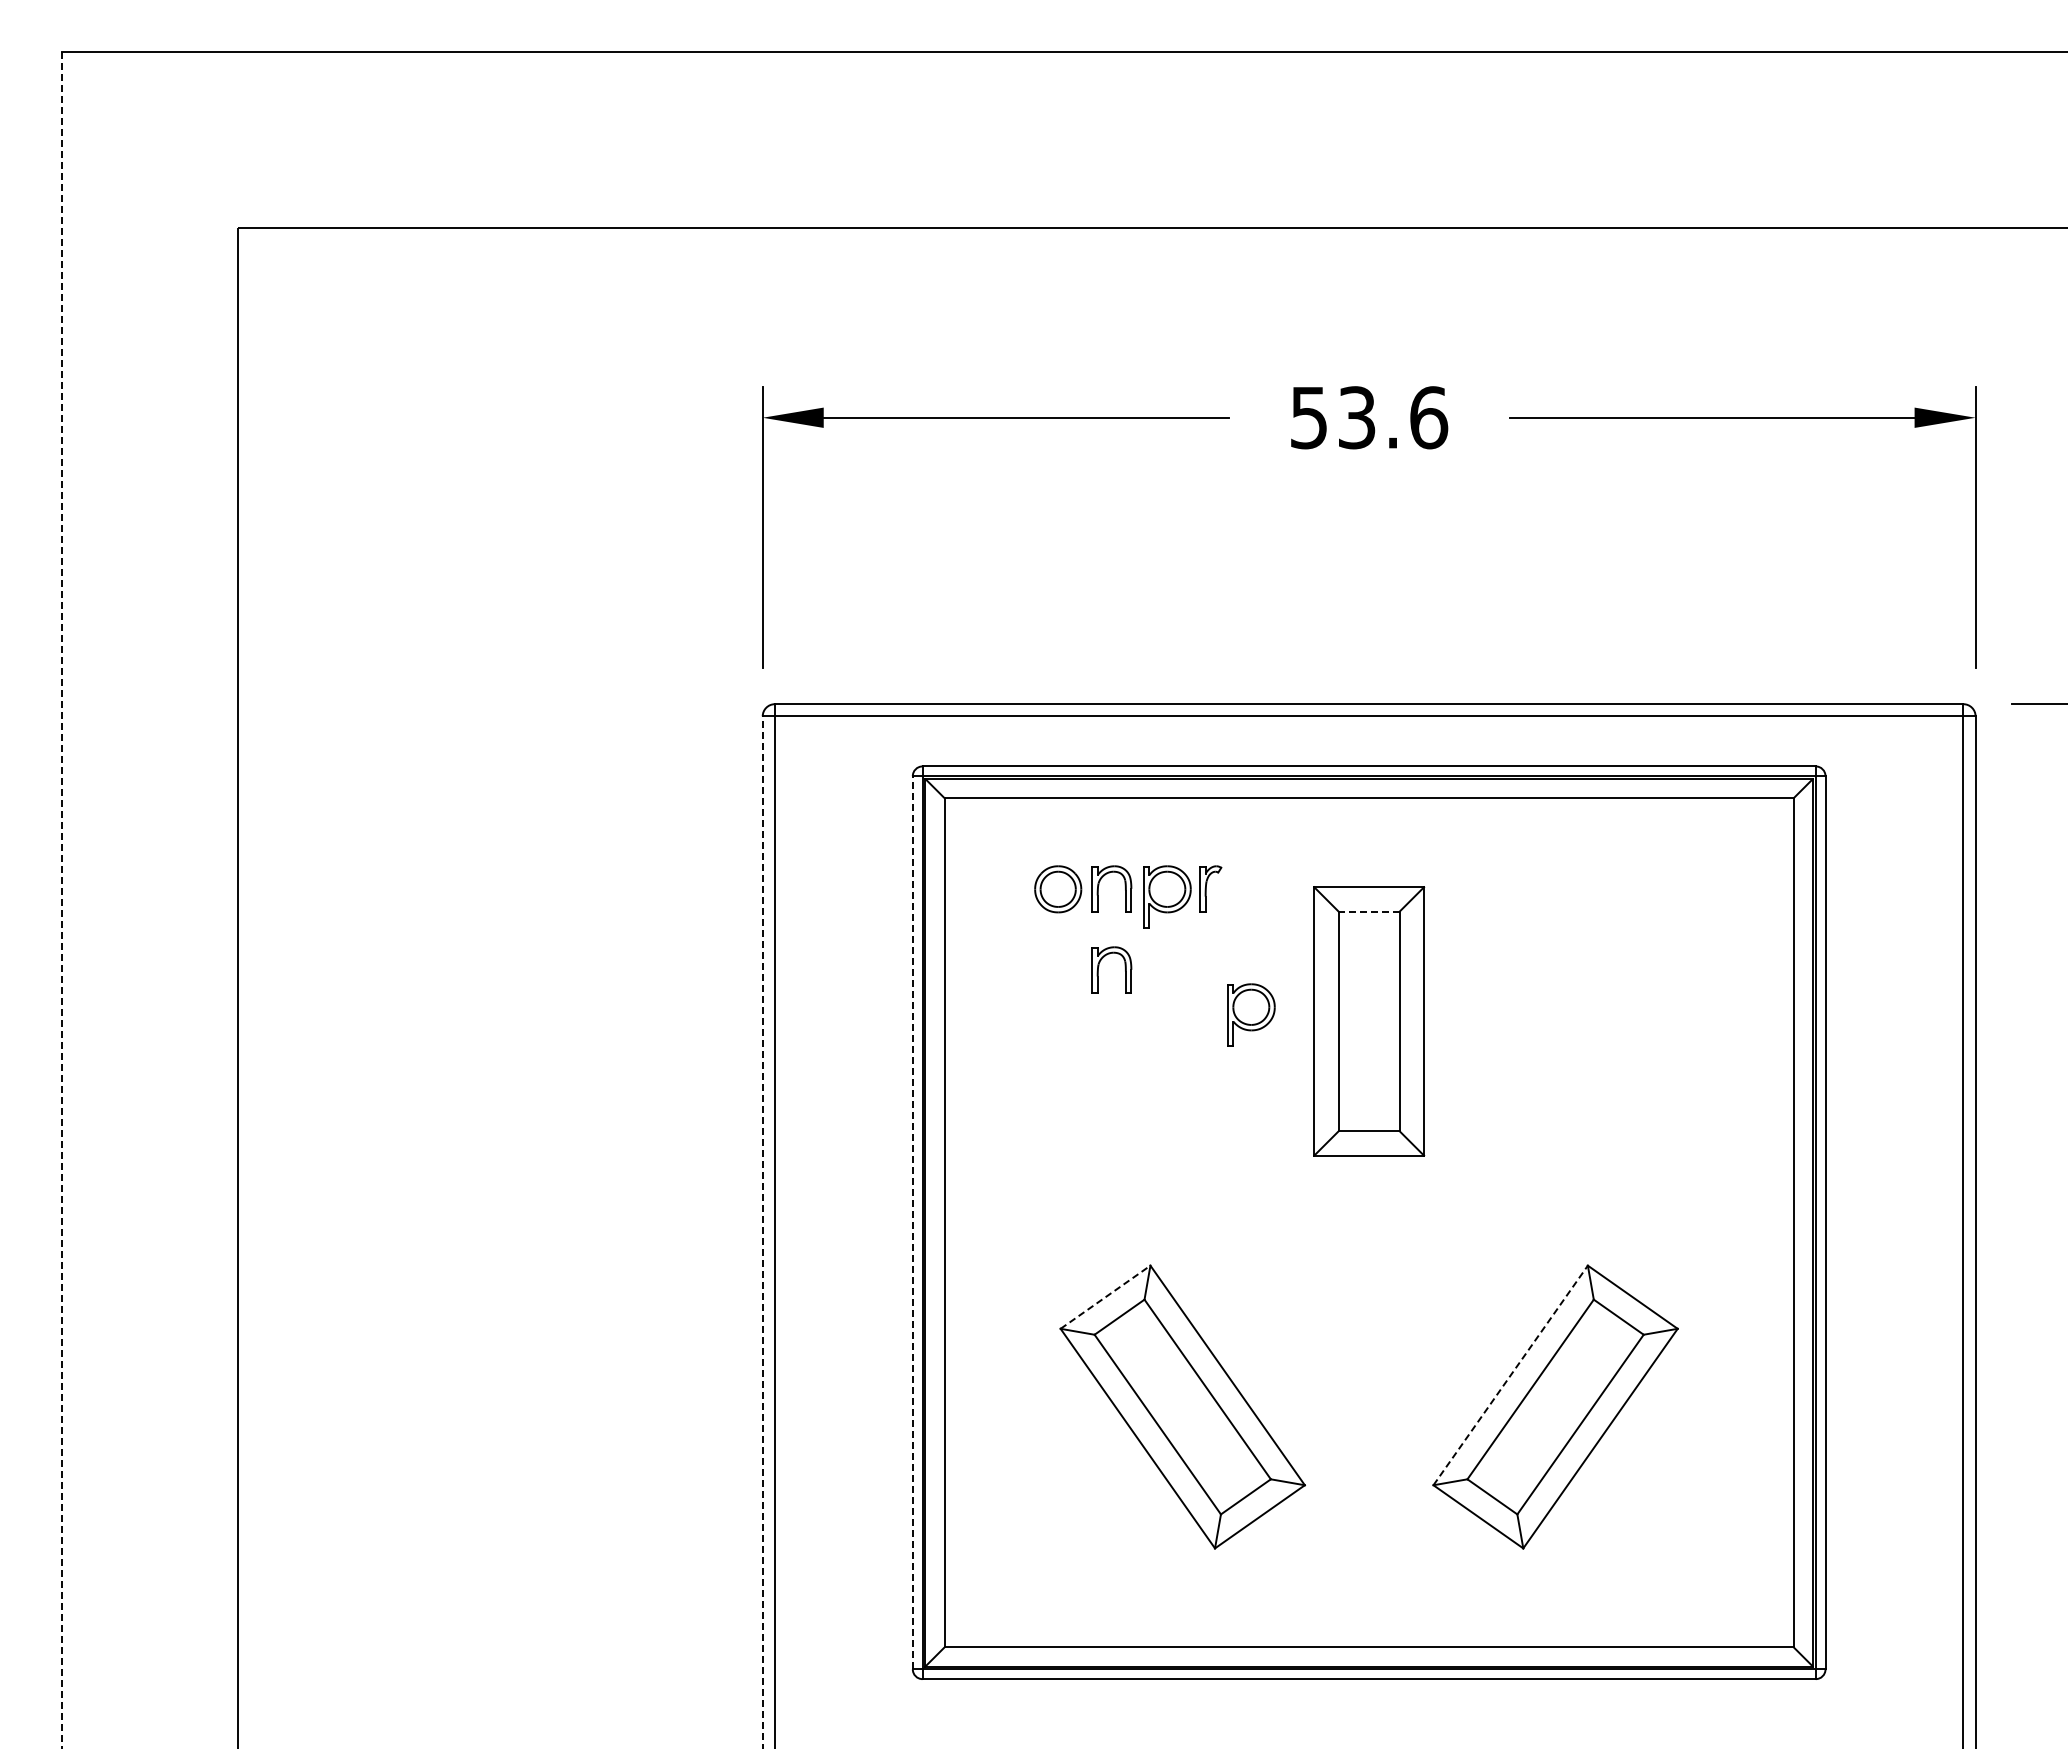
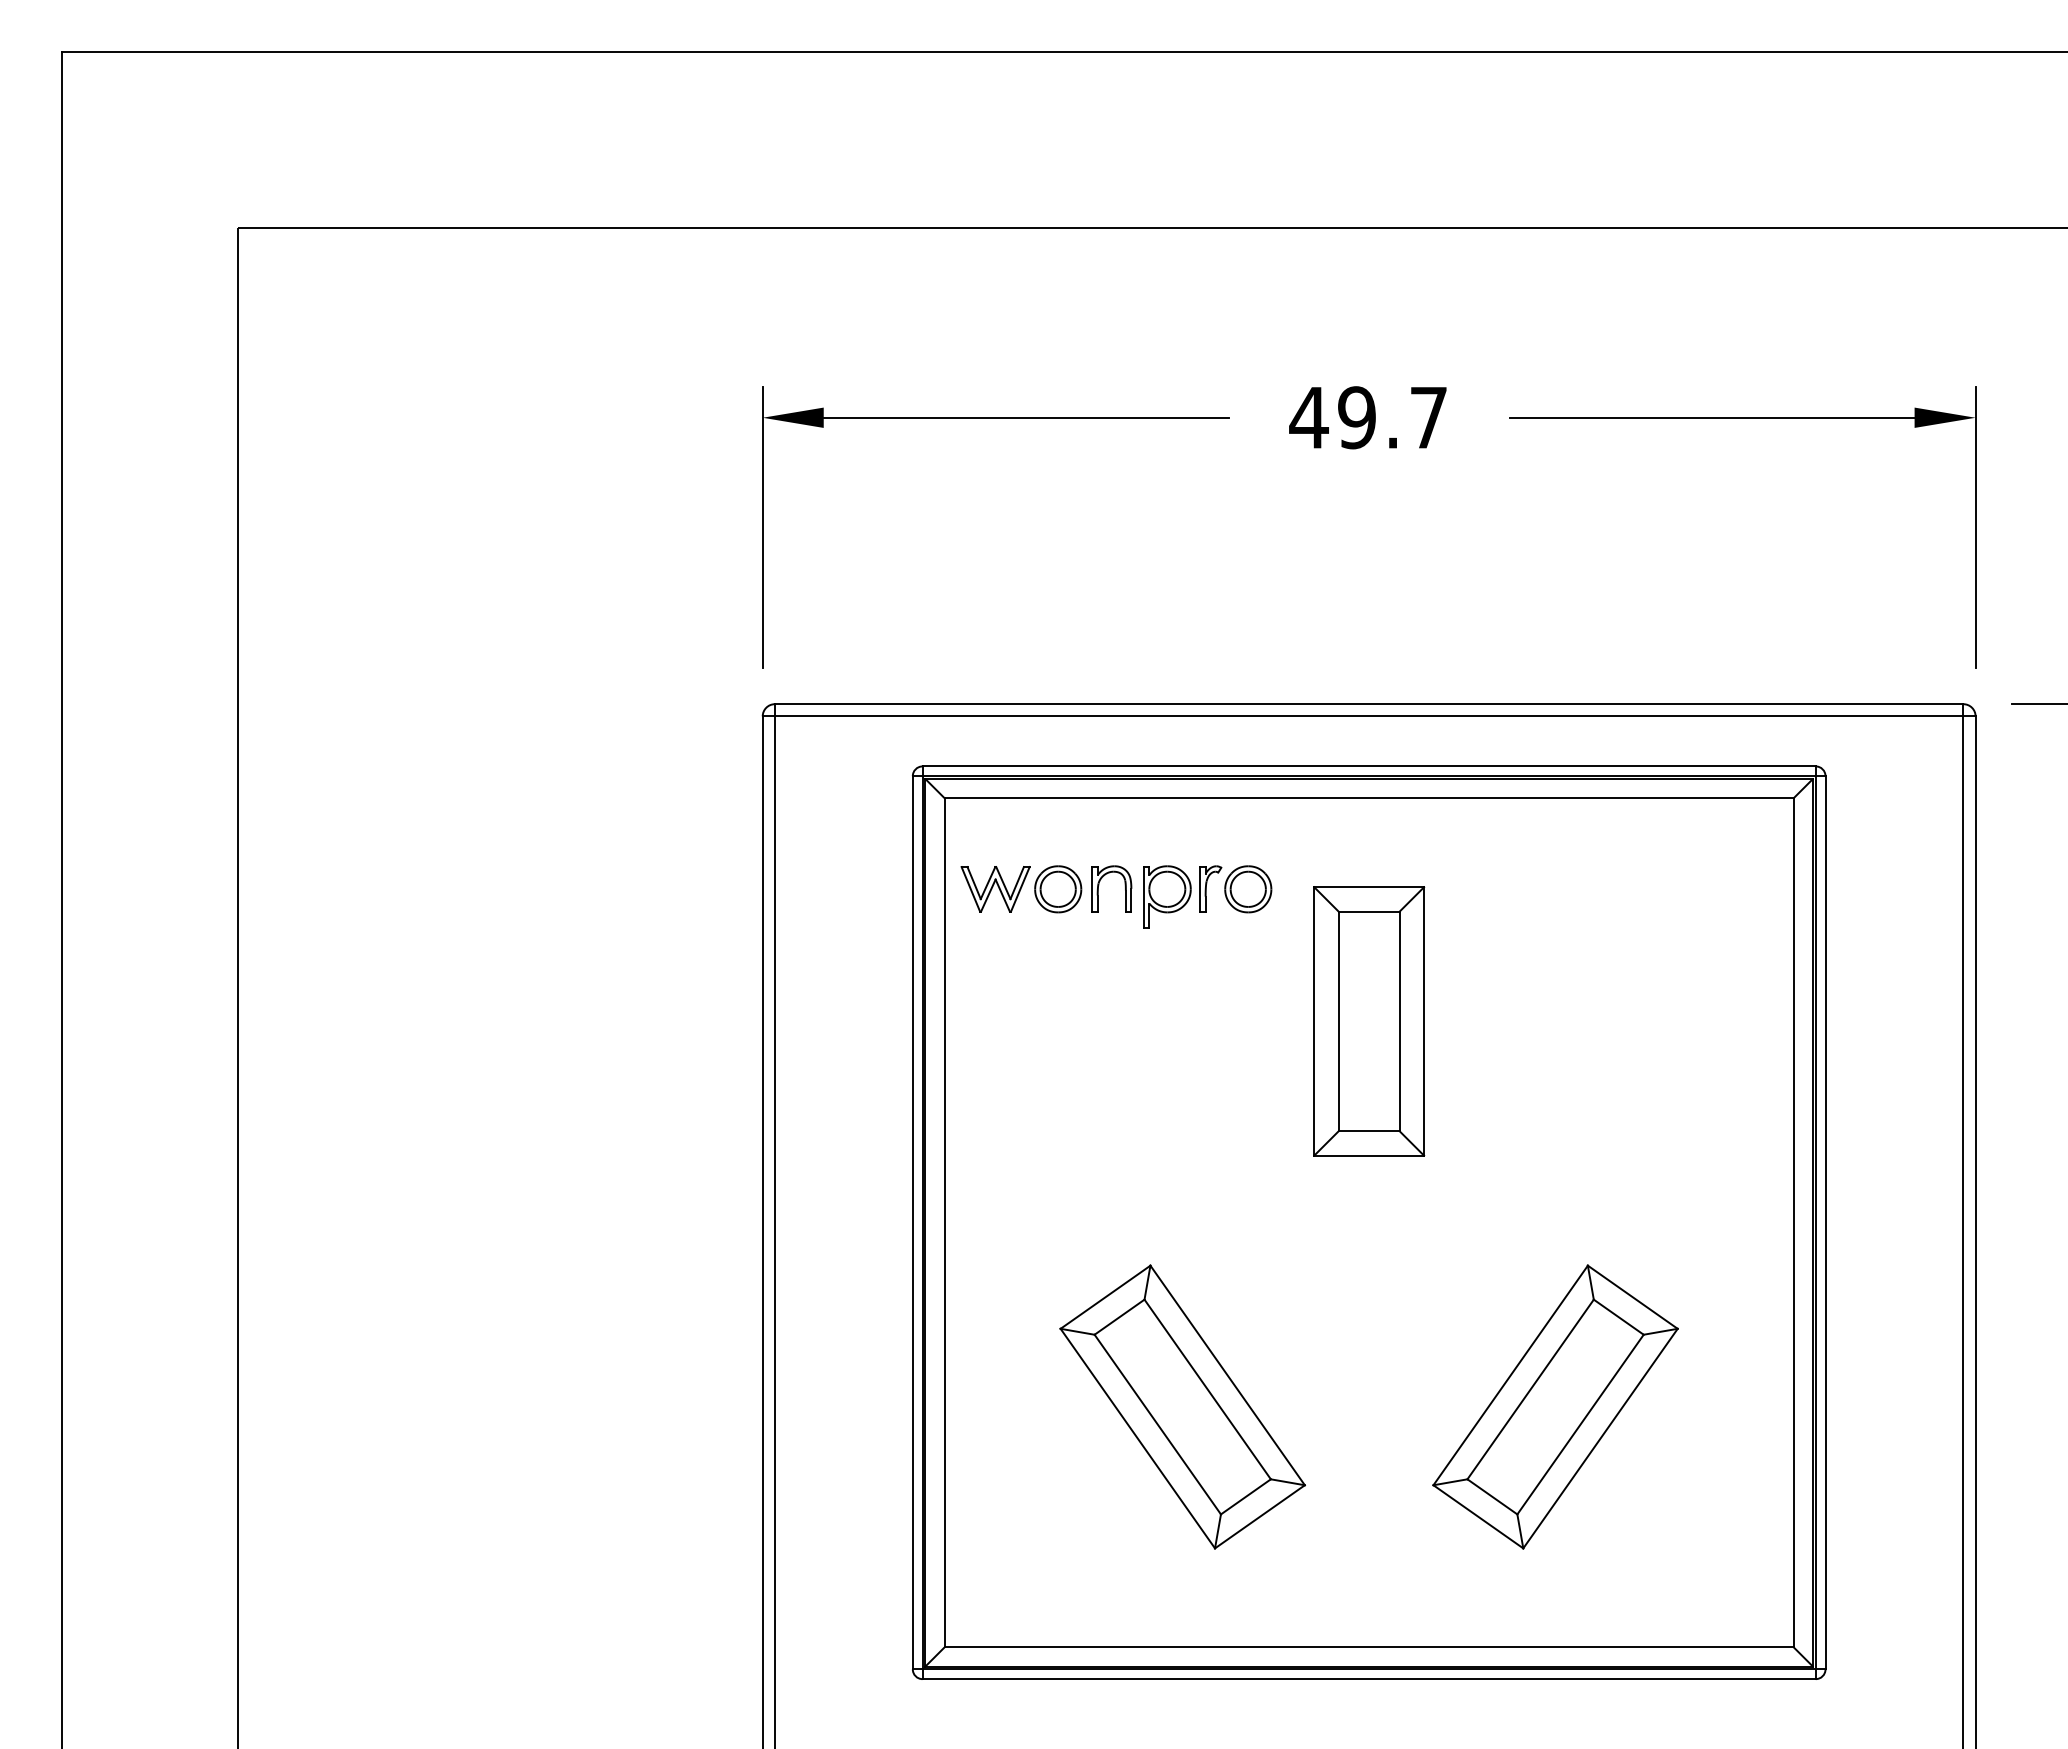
text at (1368, 417): 53.6 -> 49.7
part at (995, 889): none -> present
part at (1248, 889): none -> present
line at (62, 900): dashed -> solid
line at (1369, 911): dashed -> solid
part at (1099, 966): present -> none
part at (1251, 1014): present -> none
line at (912, 1222): dashed -> solid
line at (762, 1232): dashed -> solid
line at (1105, 1297): dashed -> solid
line at (1510, 1375): dashed -> solid
